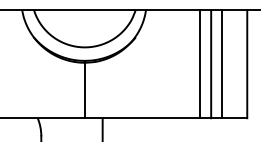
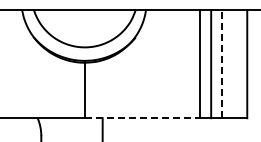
line at (222, 63): solid -> dashed
line at (142, 118): solid -> dashed
